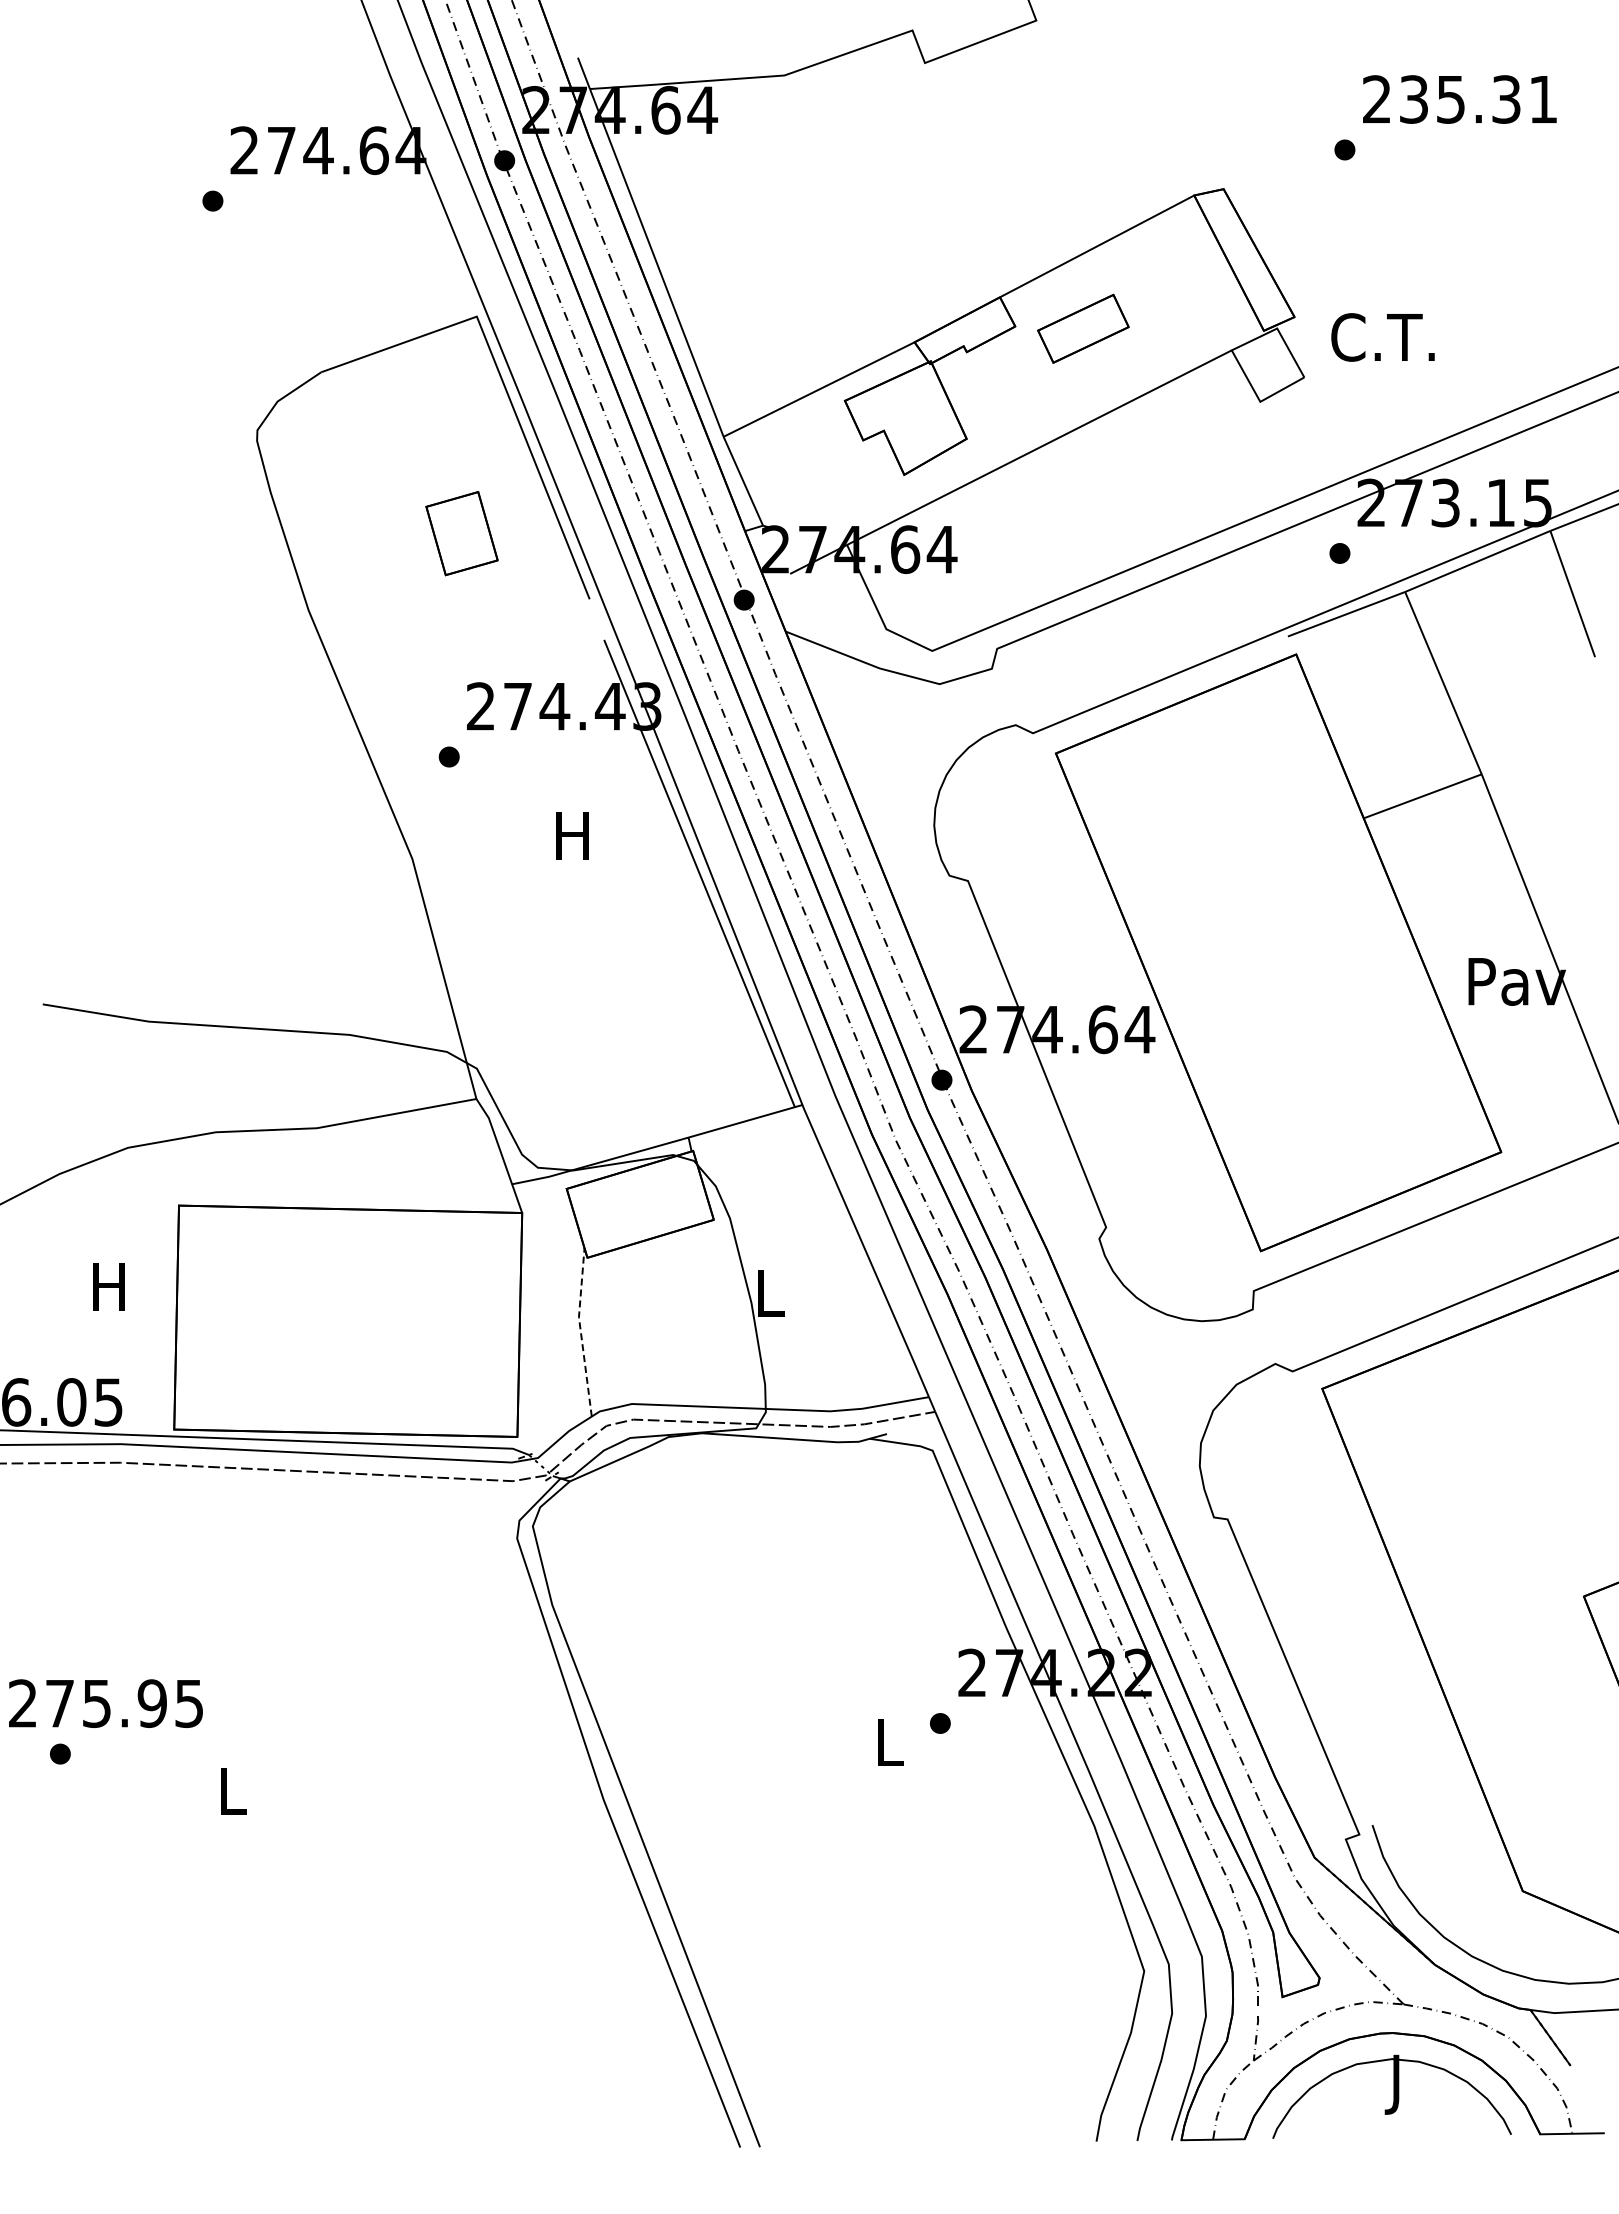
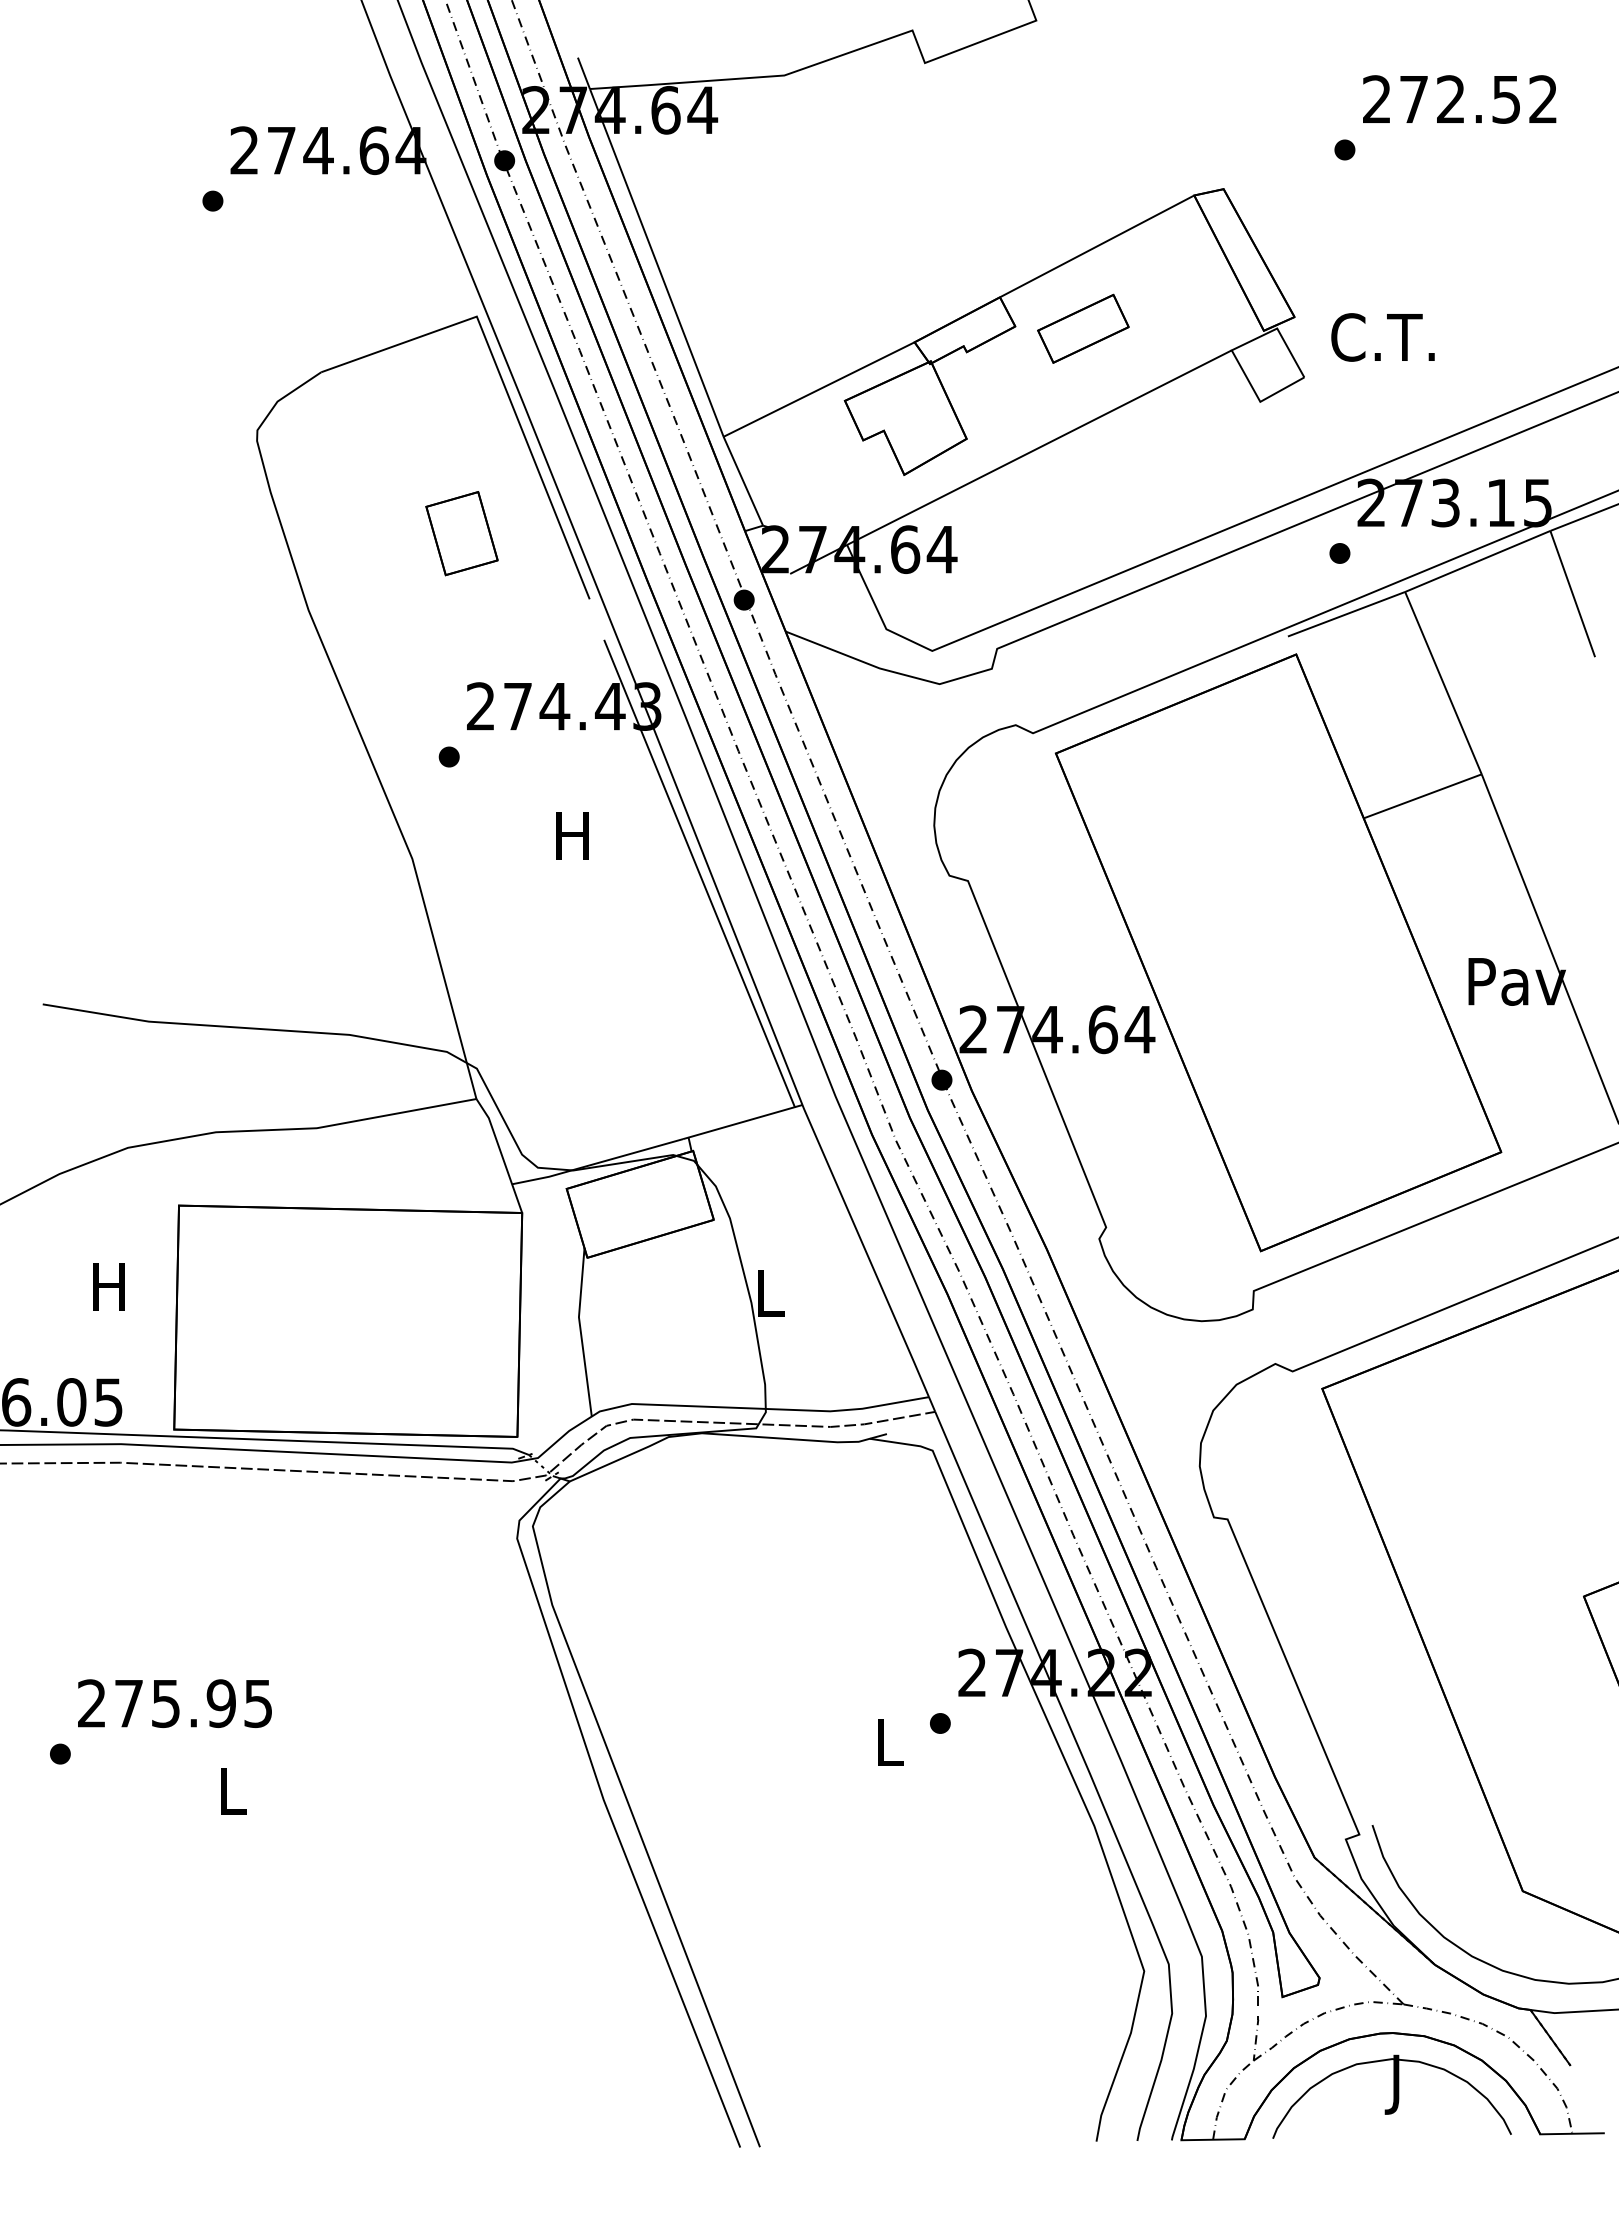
text at (1478, 99): 235.31 -> 272.52
line at (580, 1332): dashed -> solid
text at (105, 1703) position: (105, 1703) -> (174, 1703)
